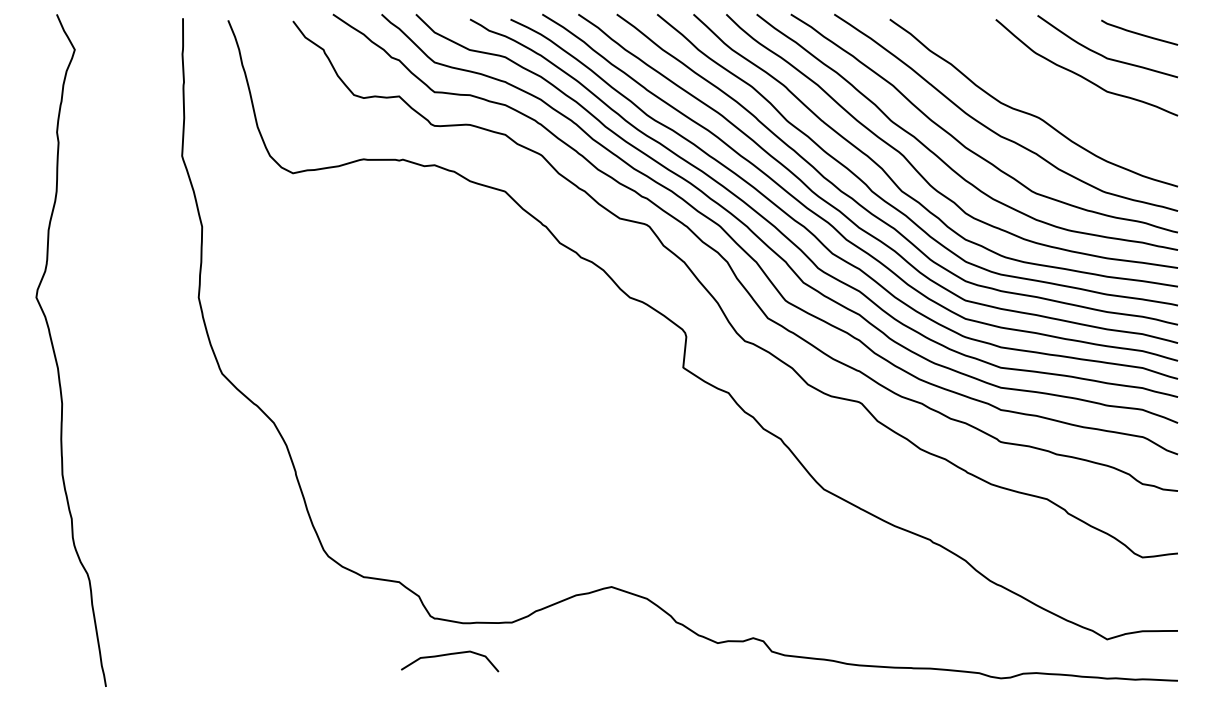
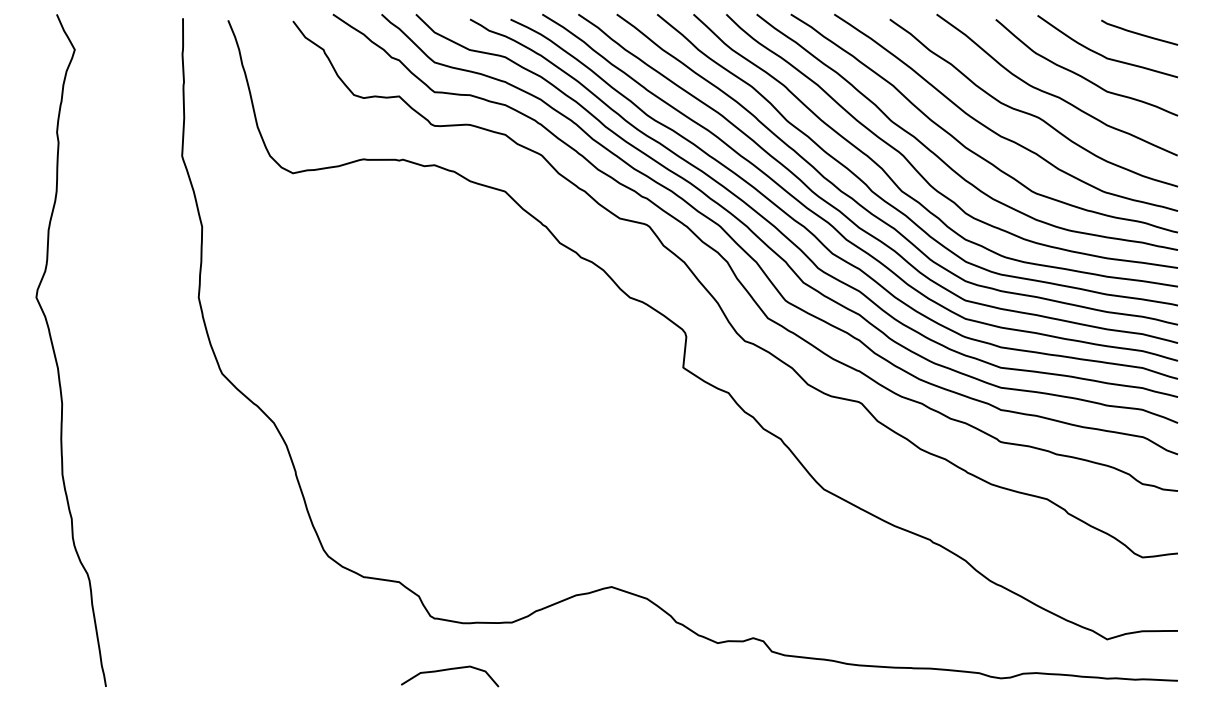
curve at (1054, 94): none -> present
curve at (449, 655) position: (449, 655) -> (449, 670)
